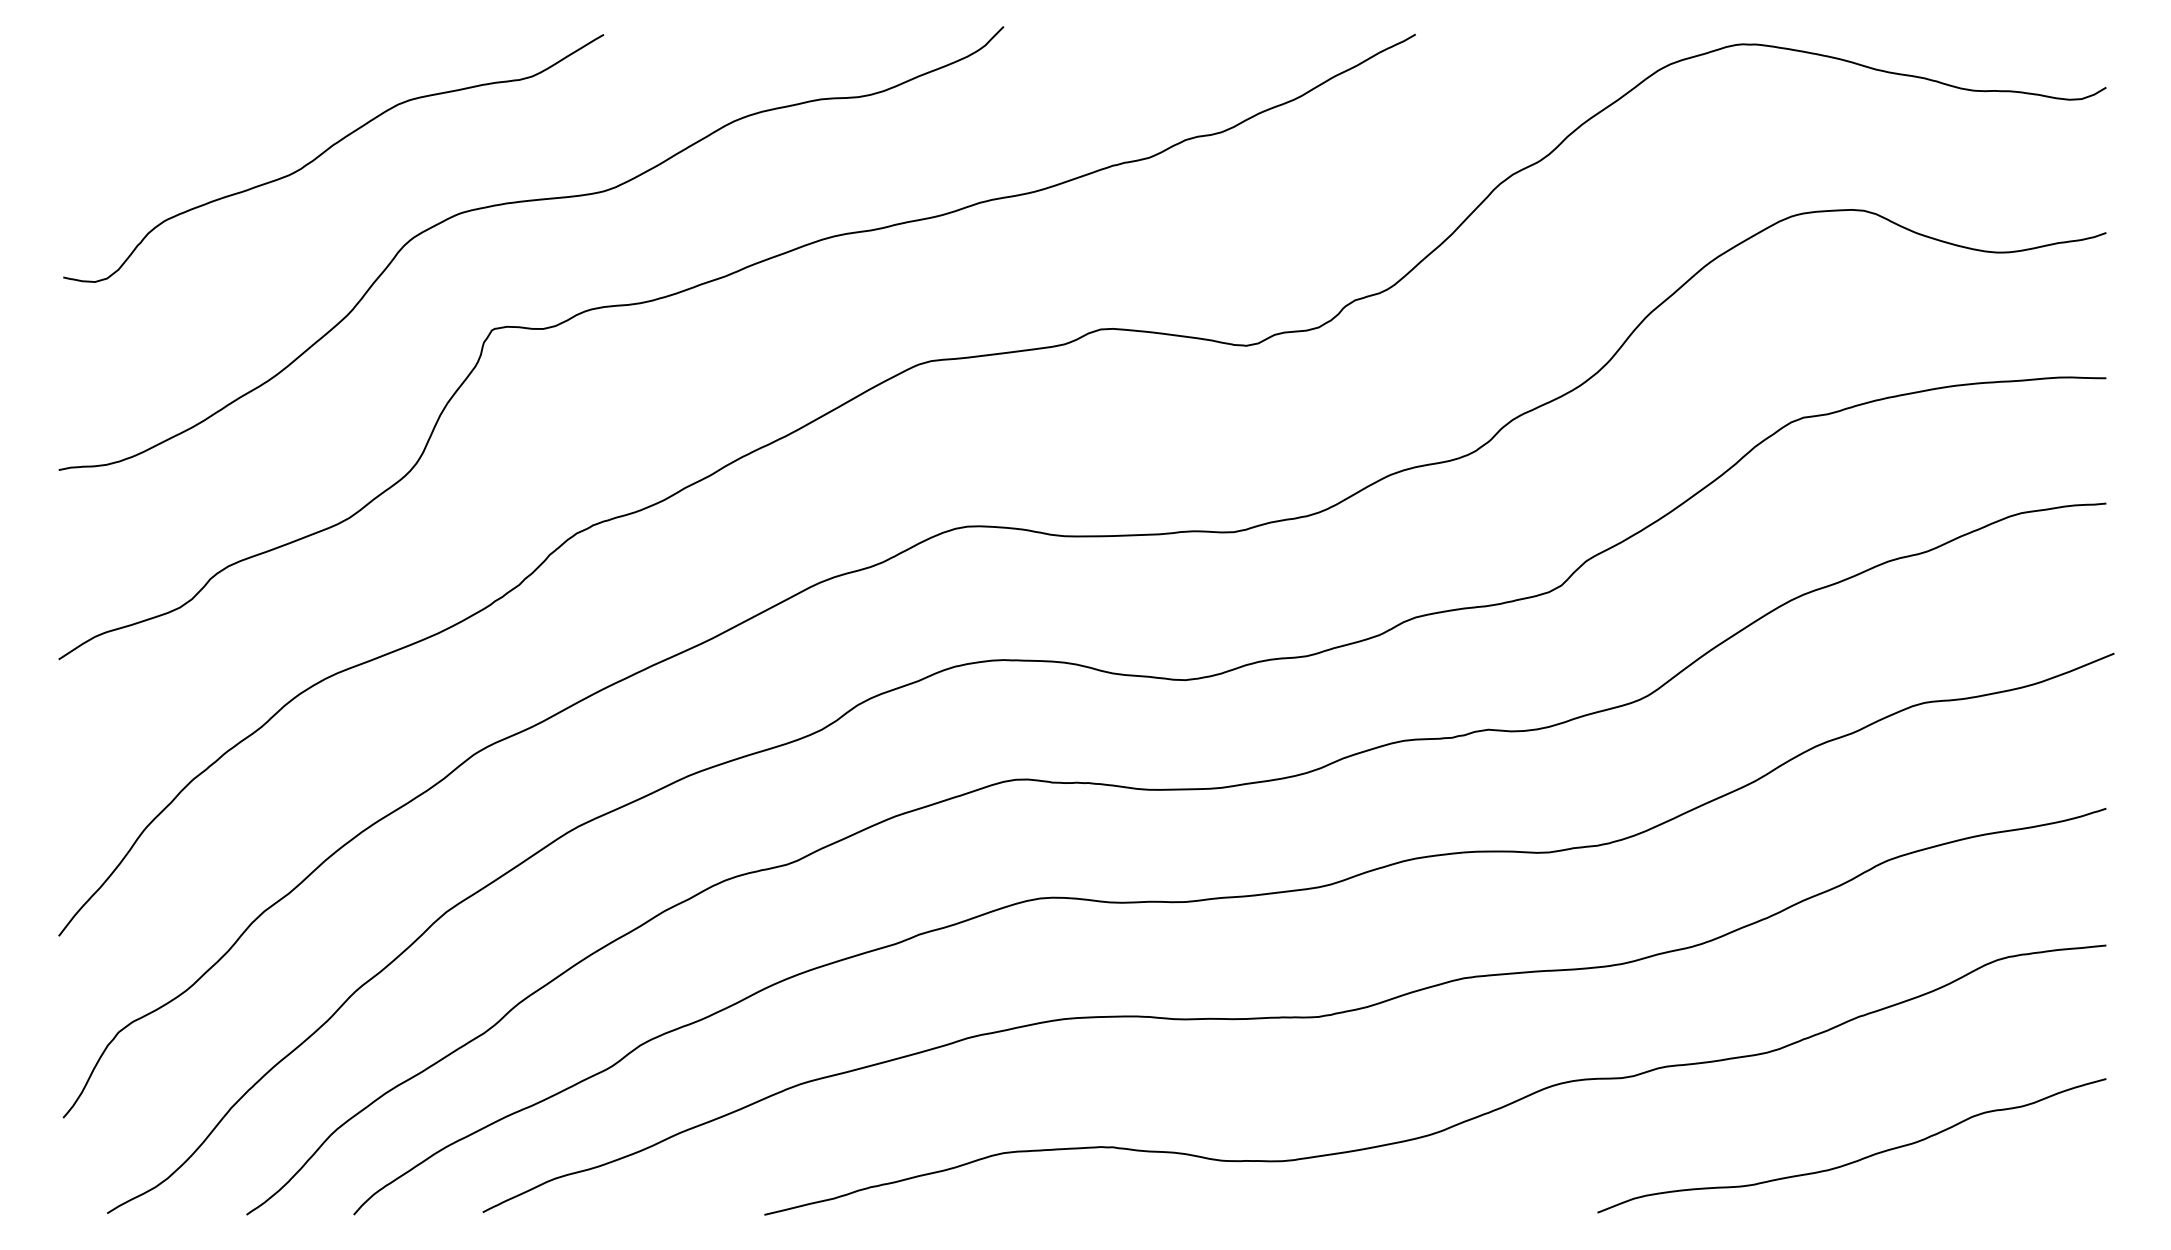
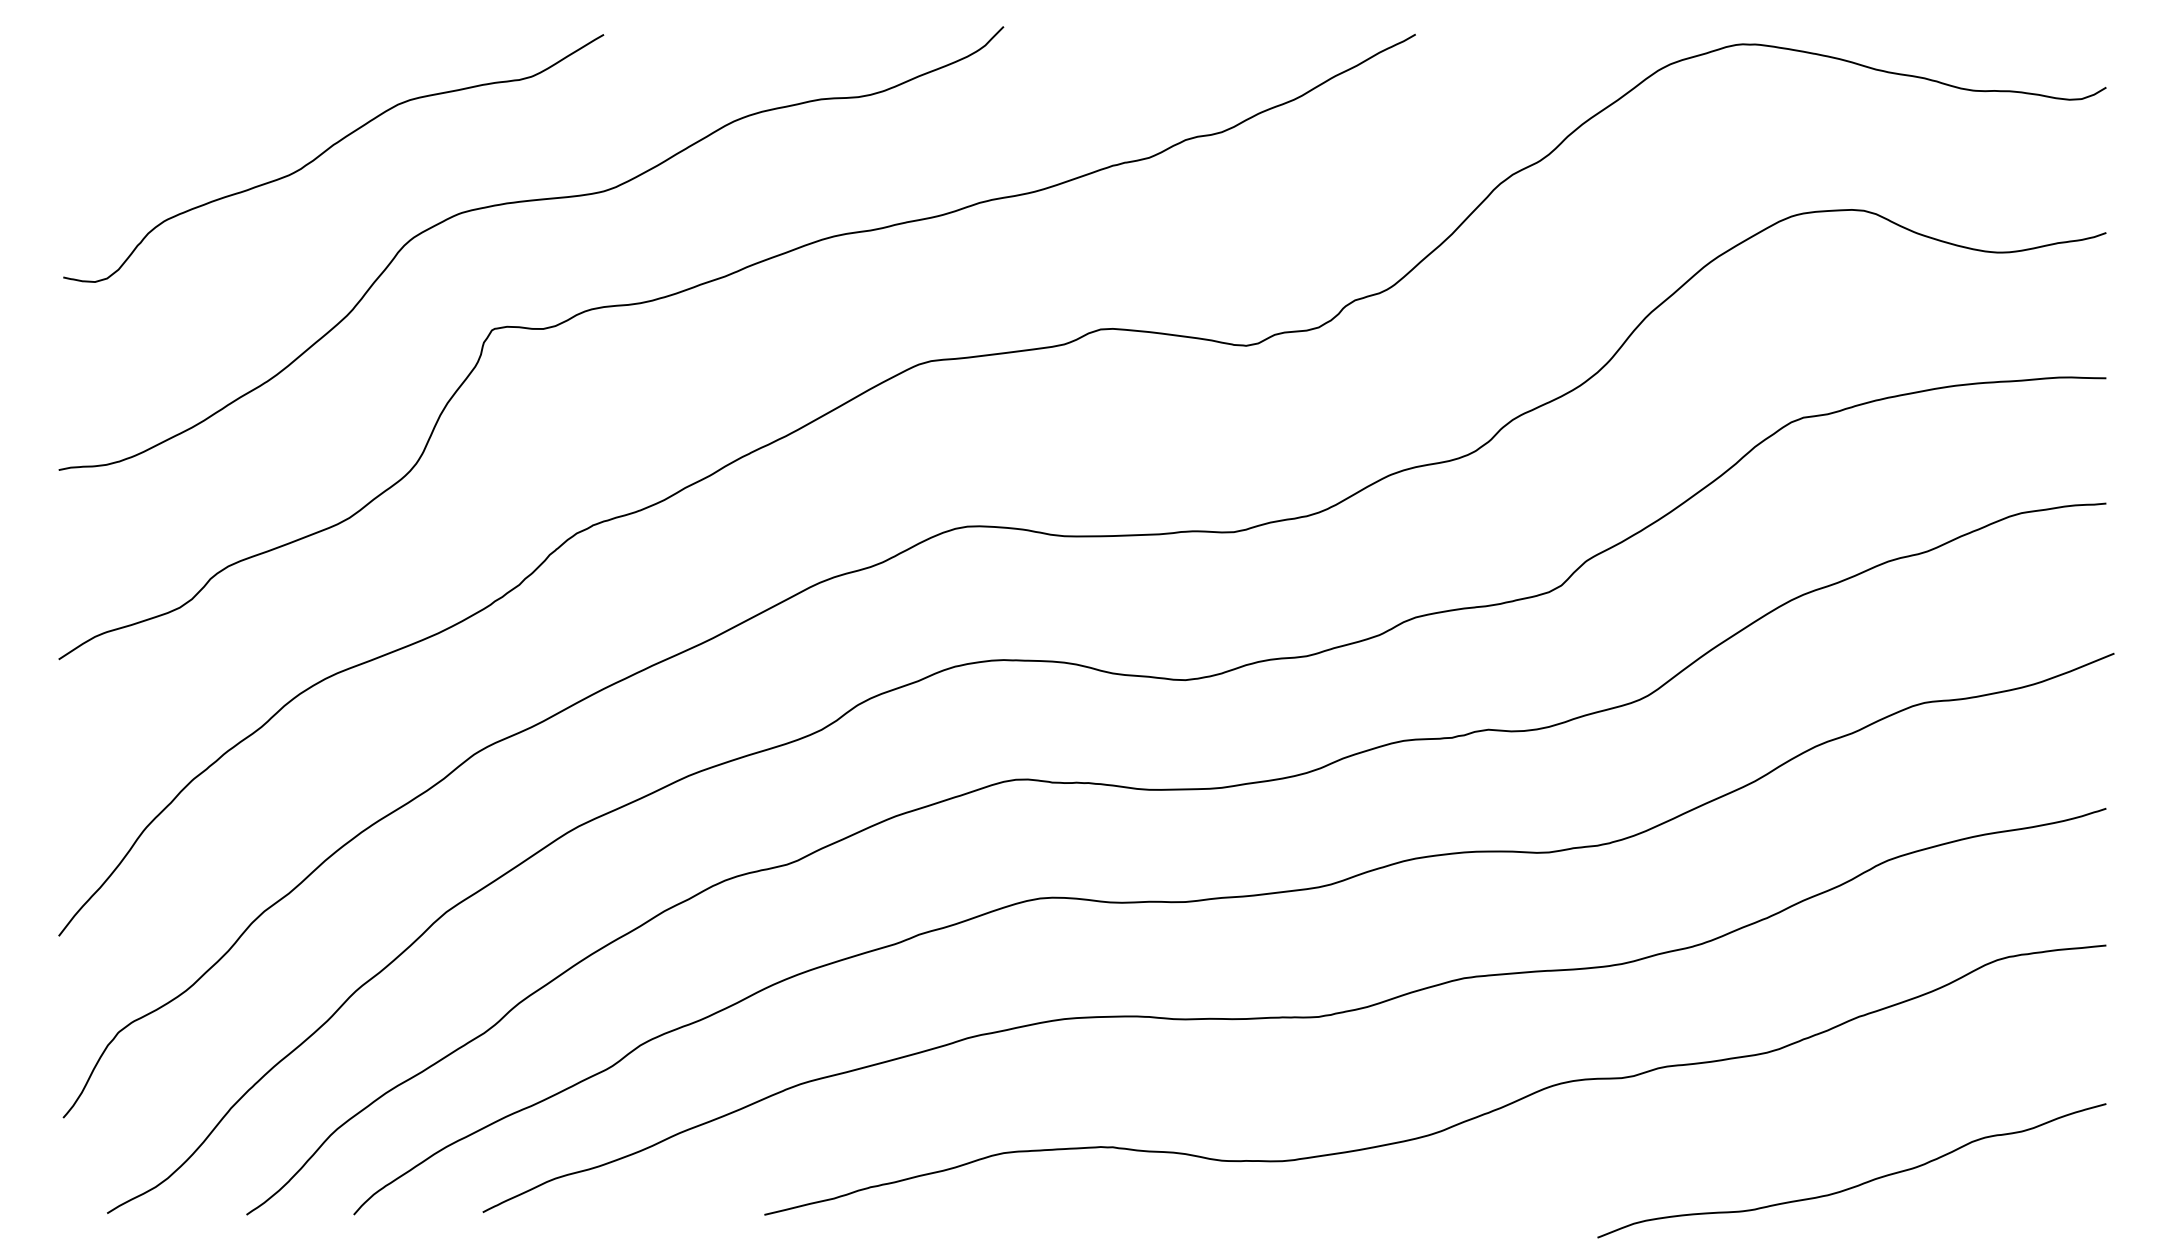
curve at (1855, 1160) position: (1855, 1160) -> (1855, 1185)
